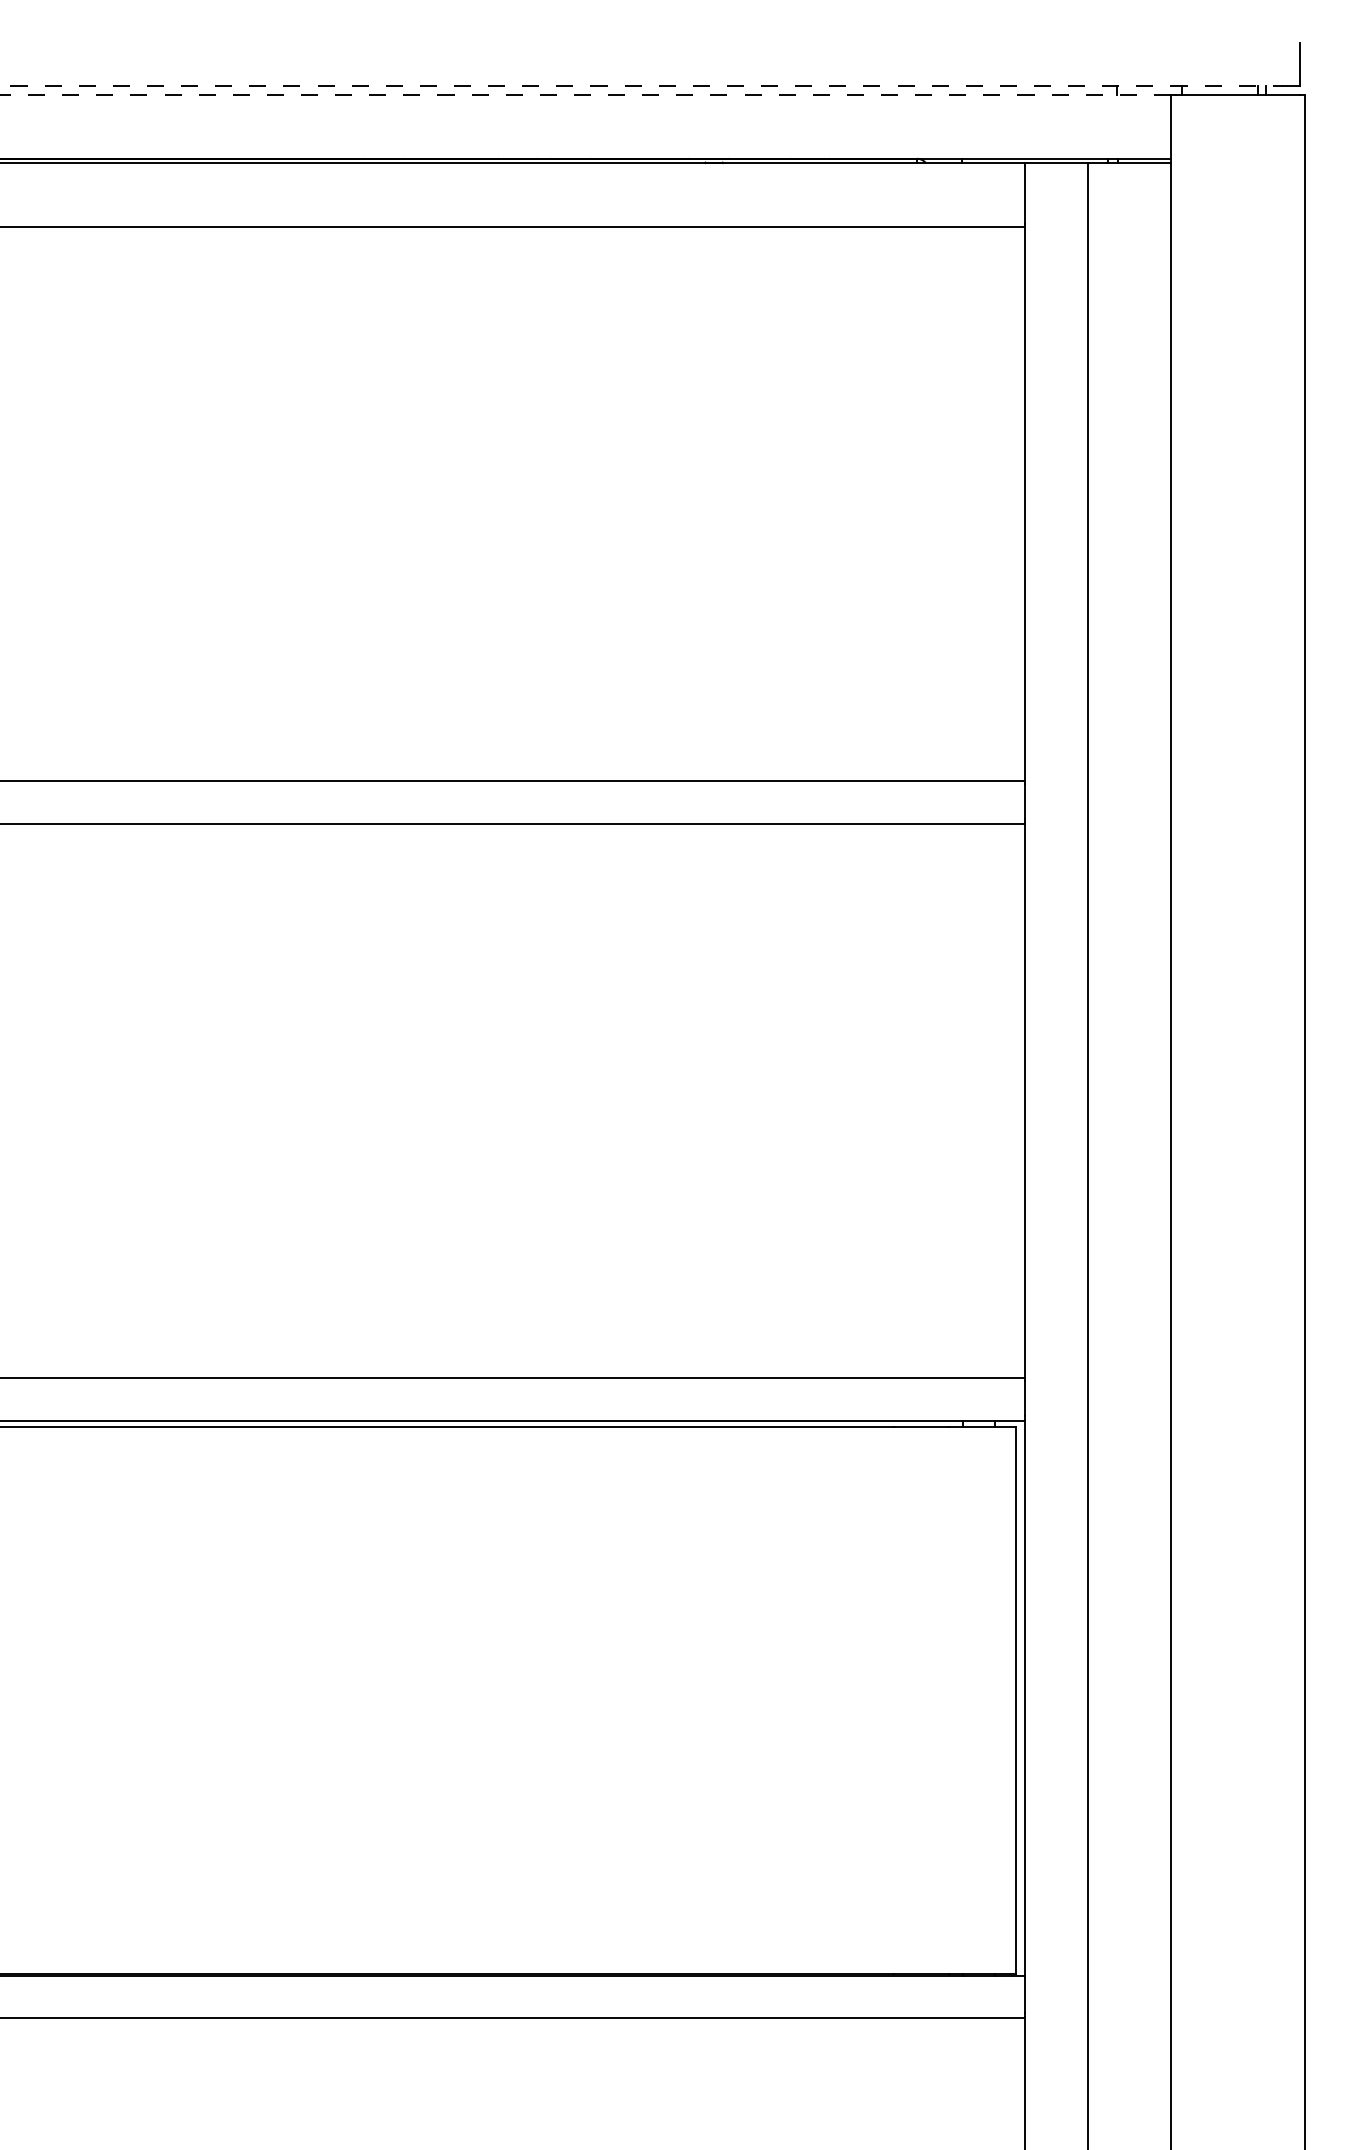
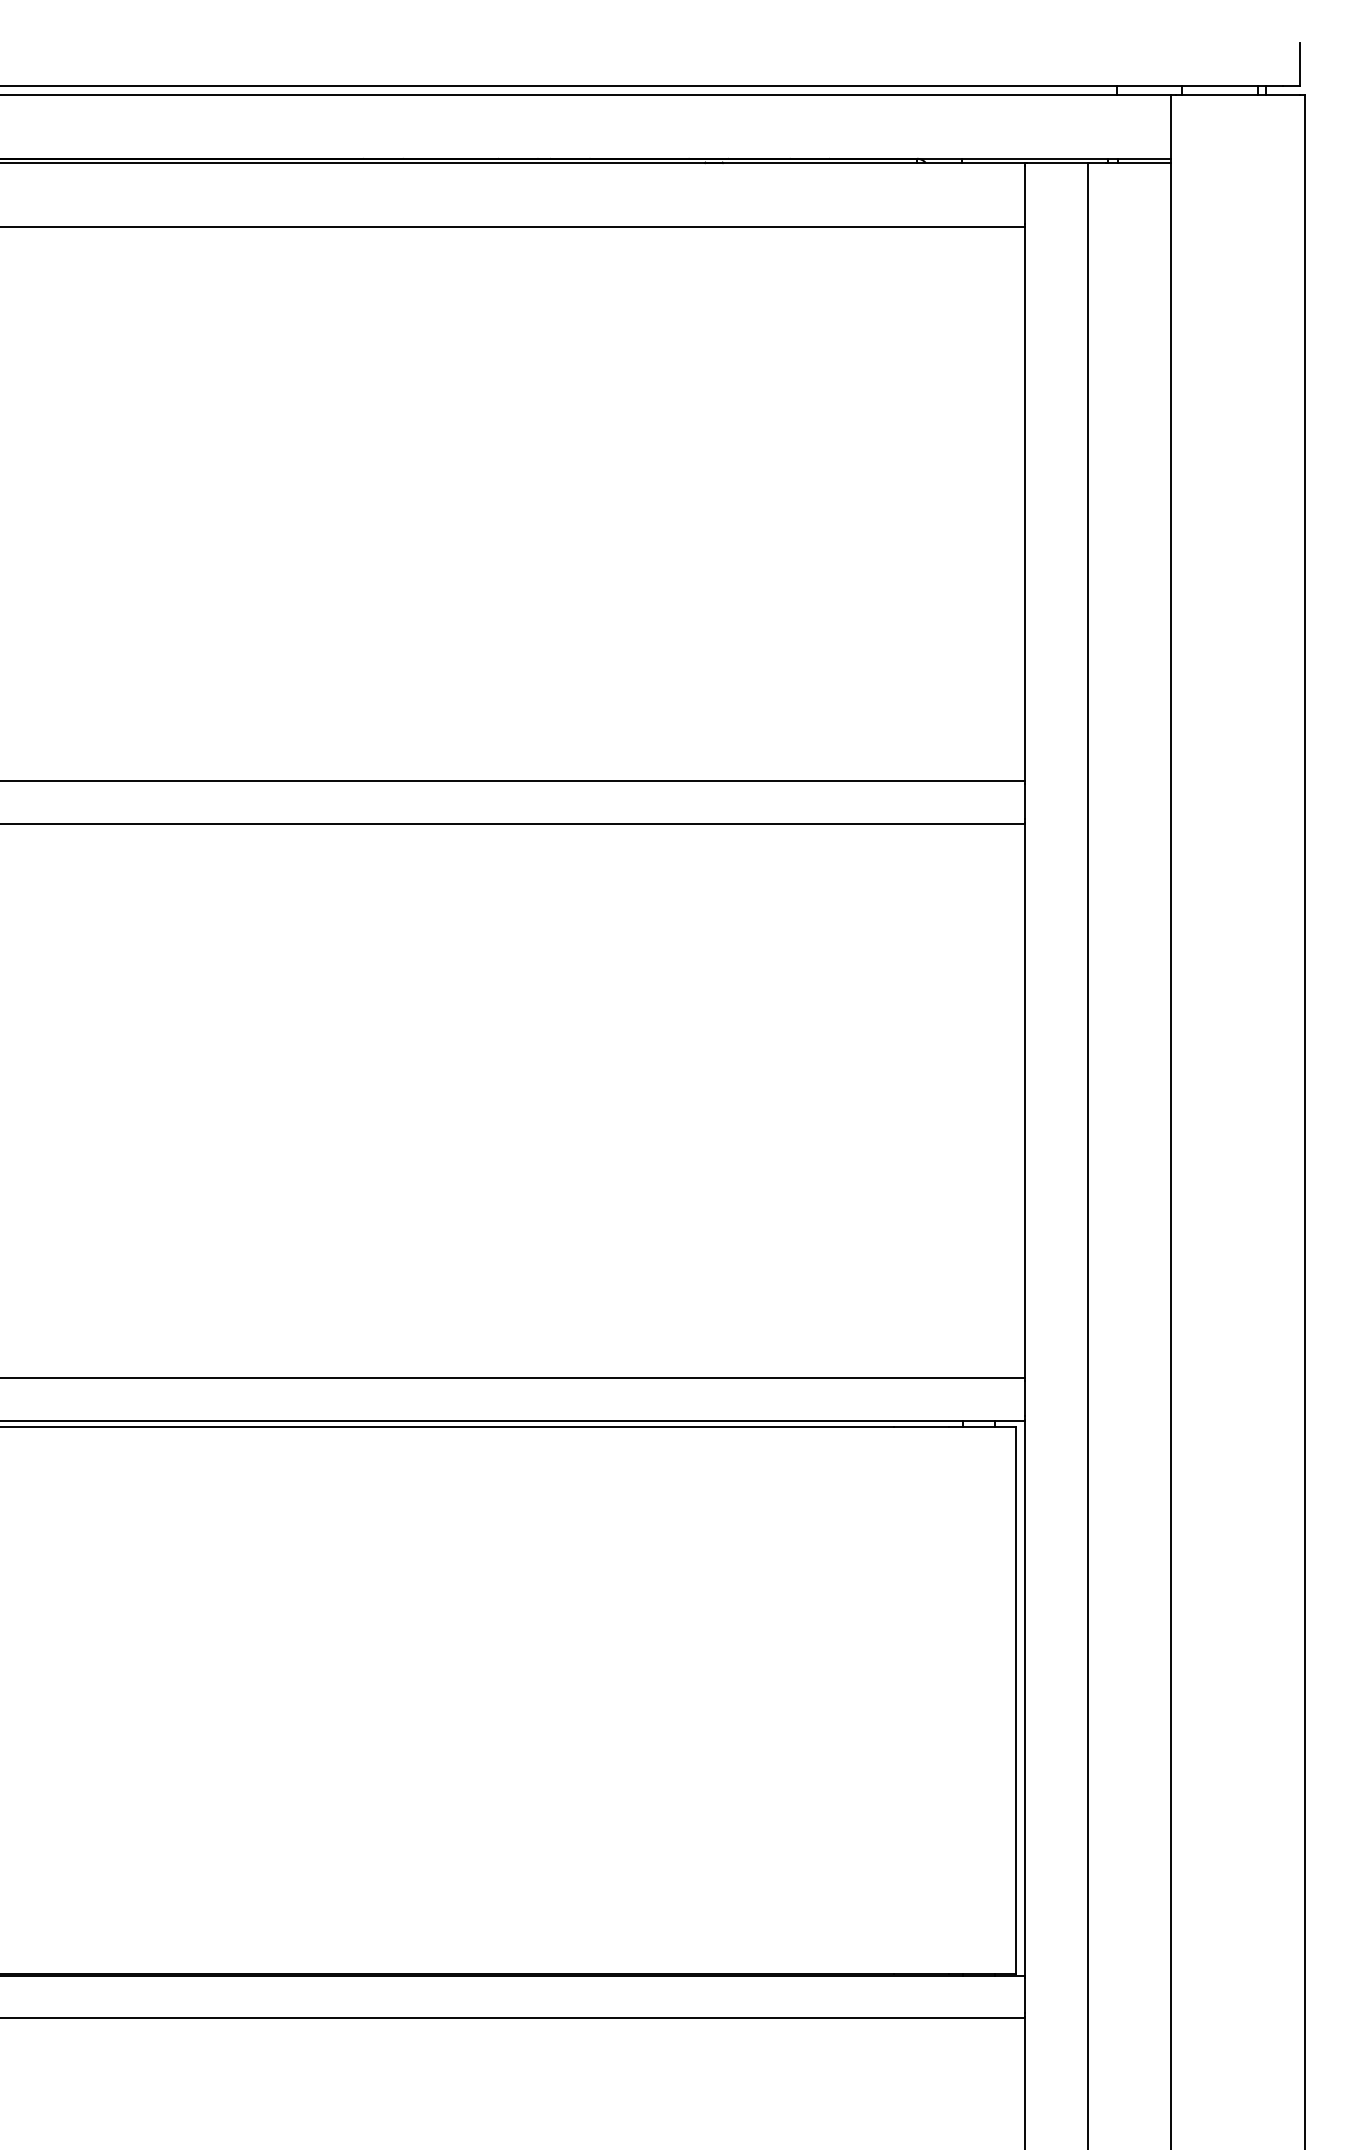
line at (642, 85): dashed -> solid
line at (585, 94): dashed -> solid
